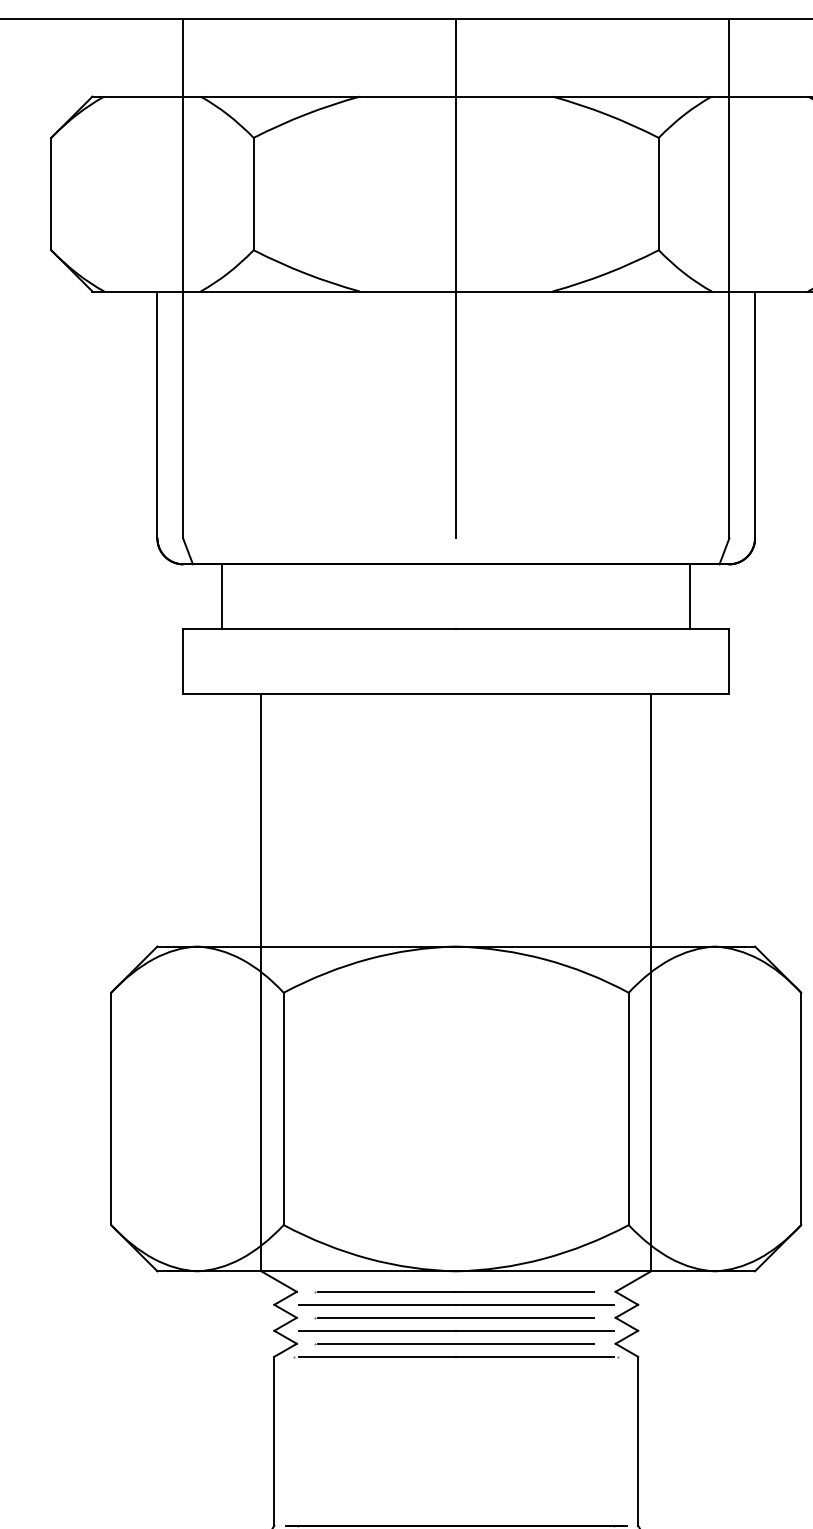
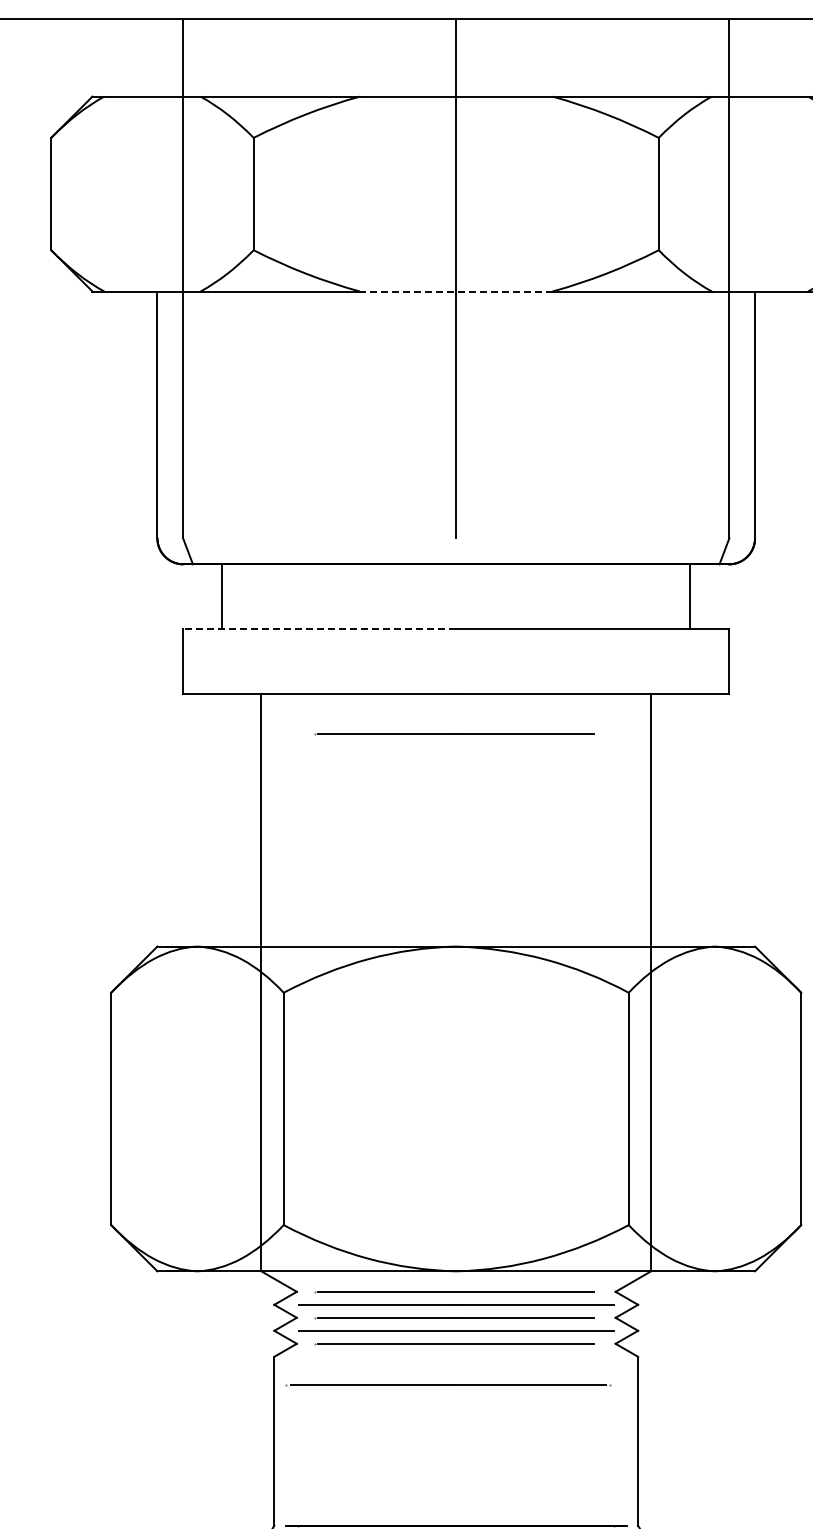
line at (455, 291): solid -> dashed
line at (319, 629): solid -> dashed
line at (454, 734): none -> present
line at (456, 1357) position: (456, 1357) -> (448, 1385)
